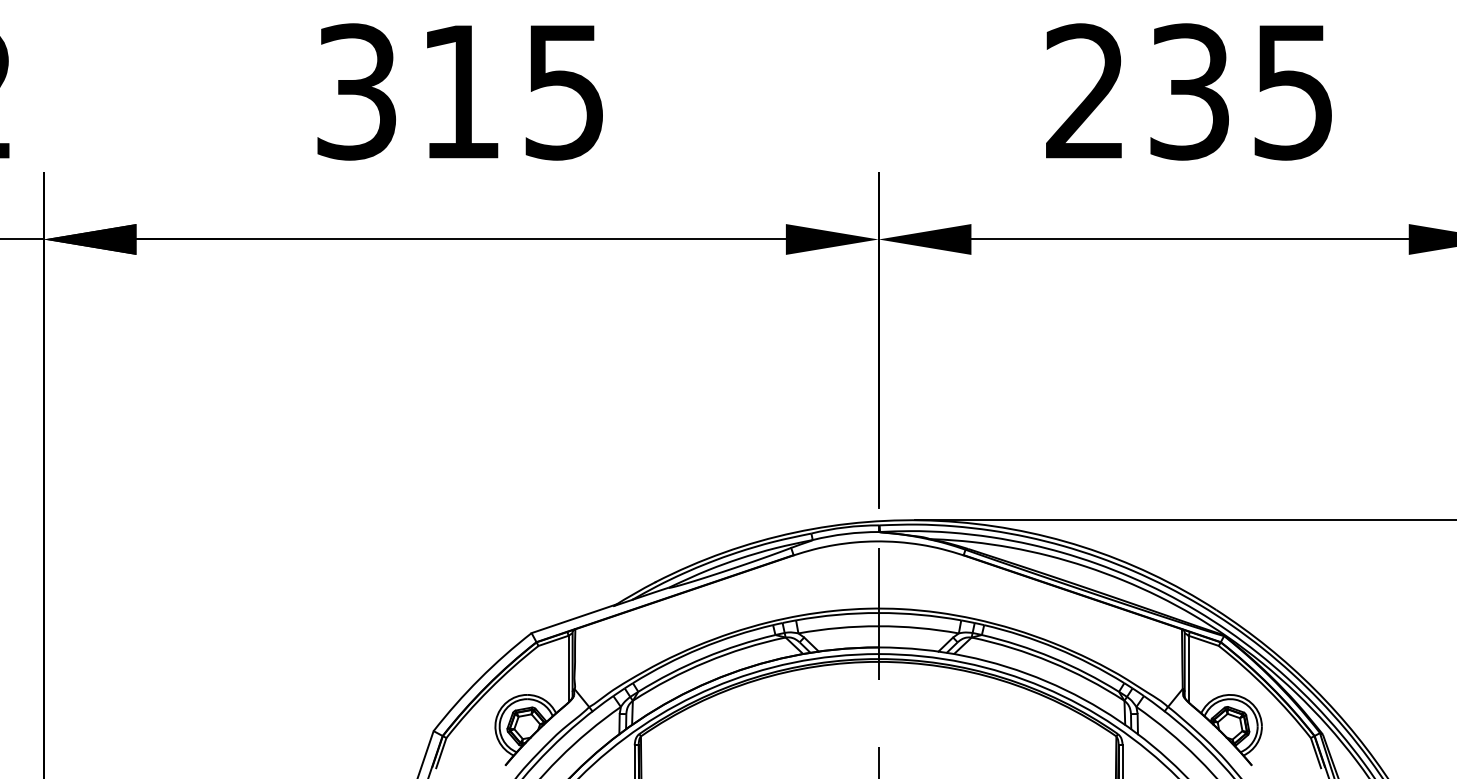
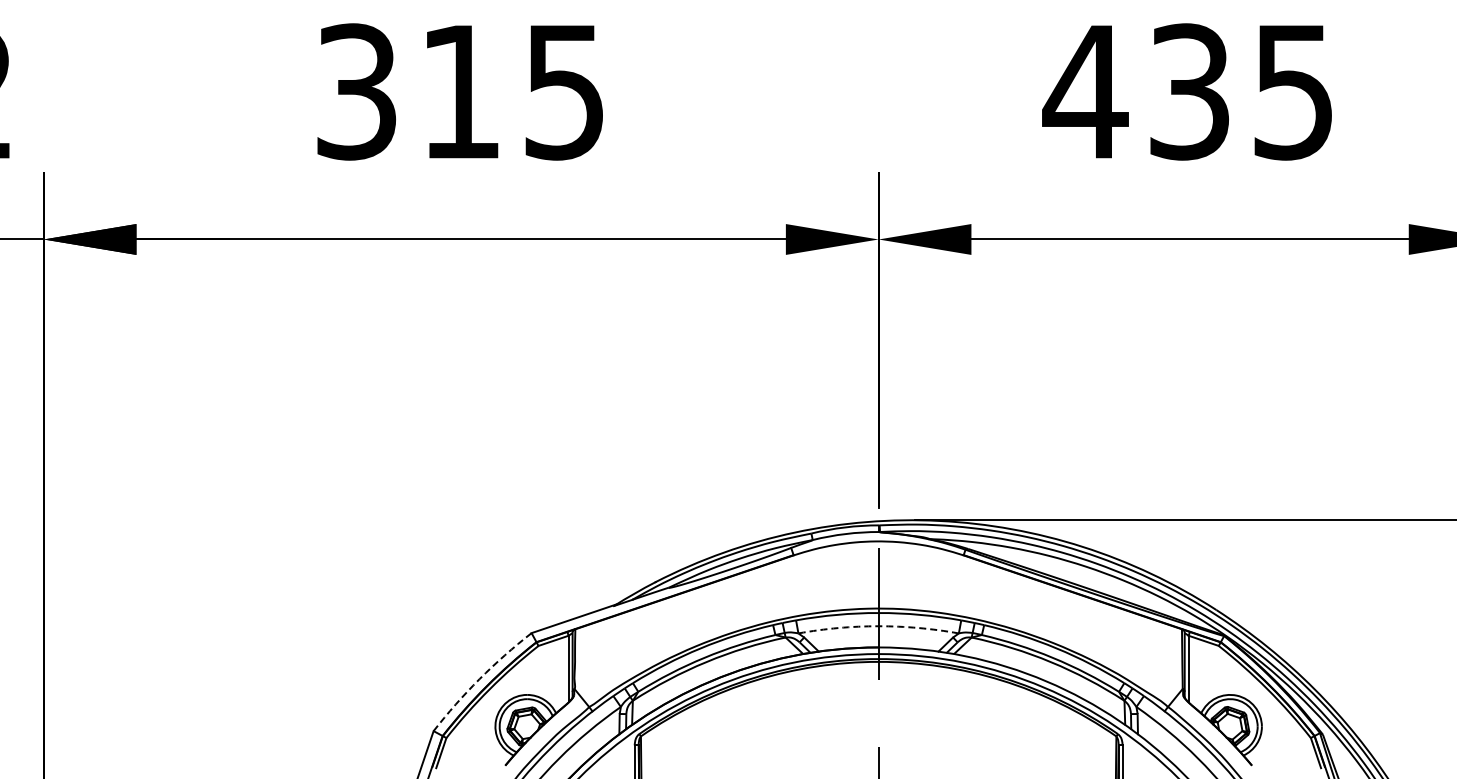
text at (1085, 90): 235 -> 435
arc at (878, 626): solid -> dashed
arc at (479, 679): solid -> dashed
